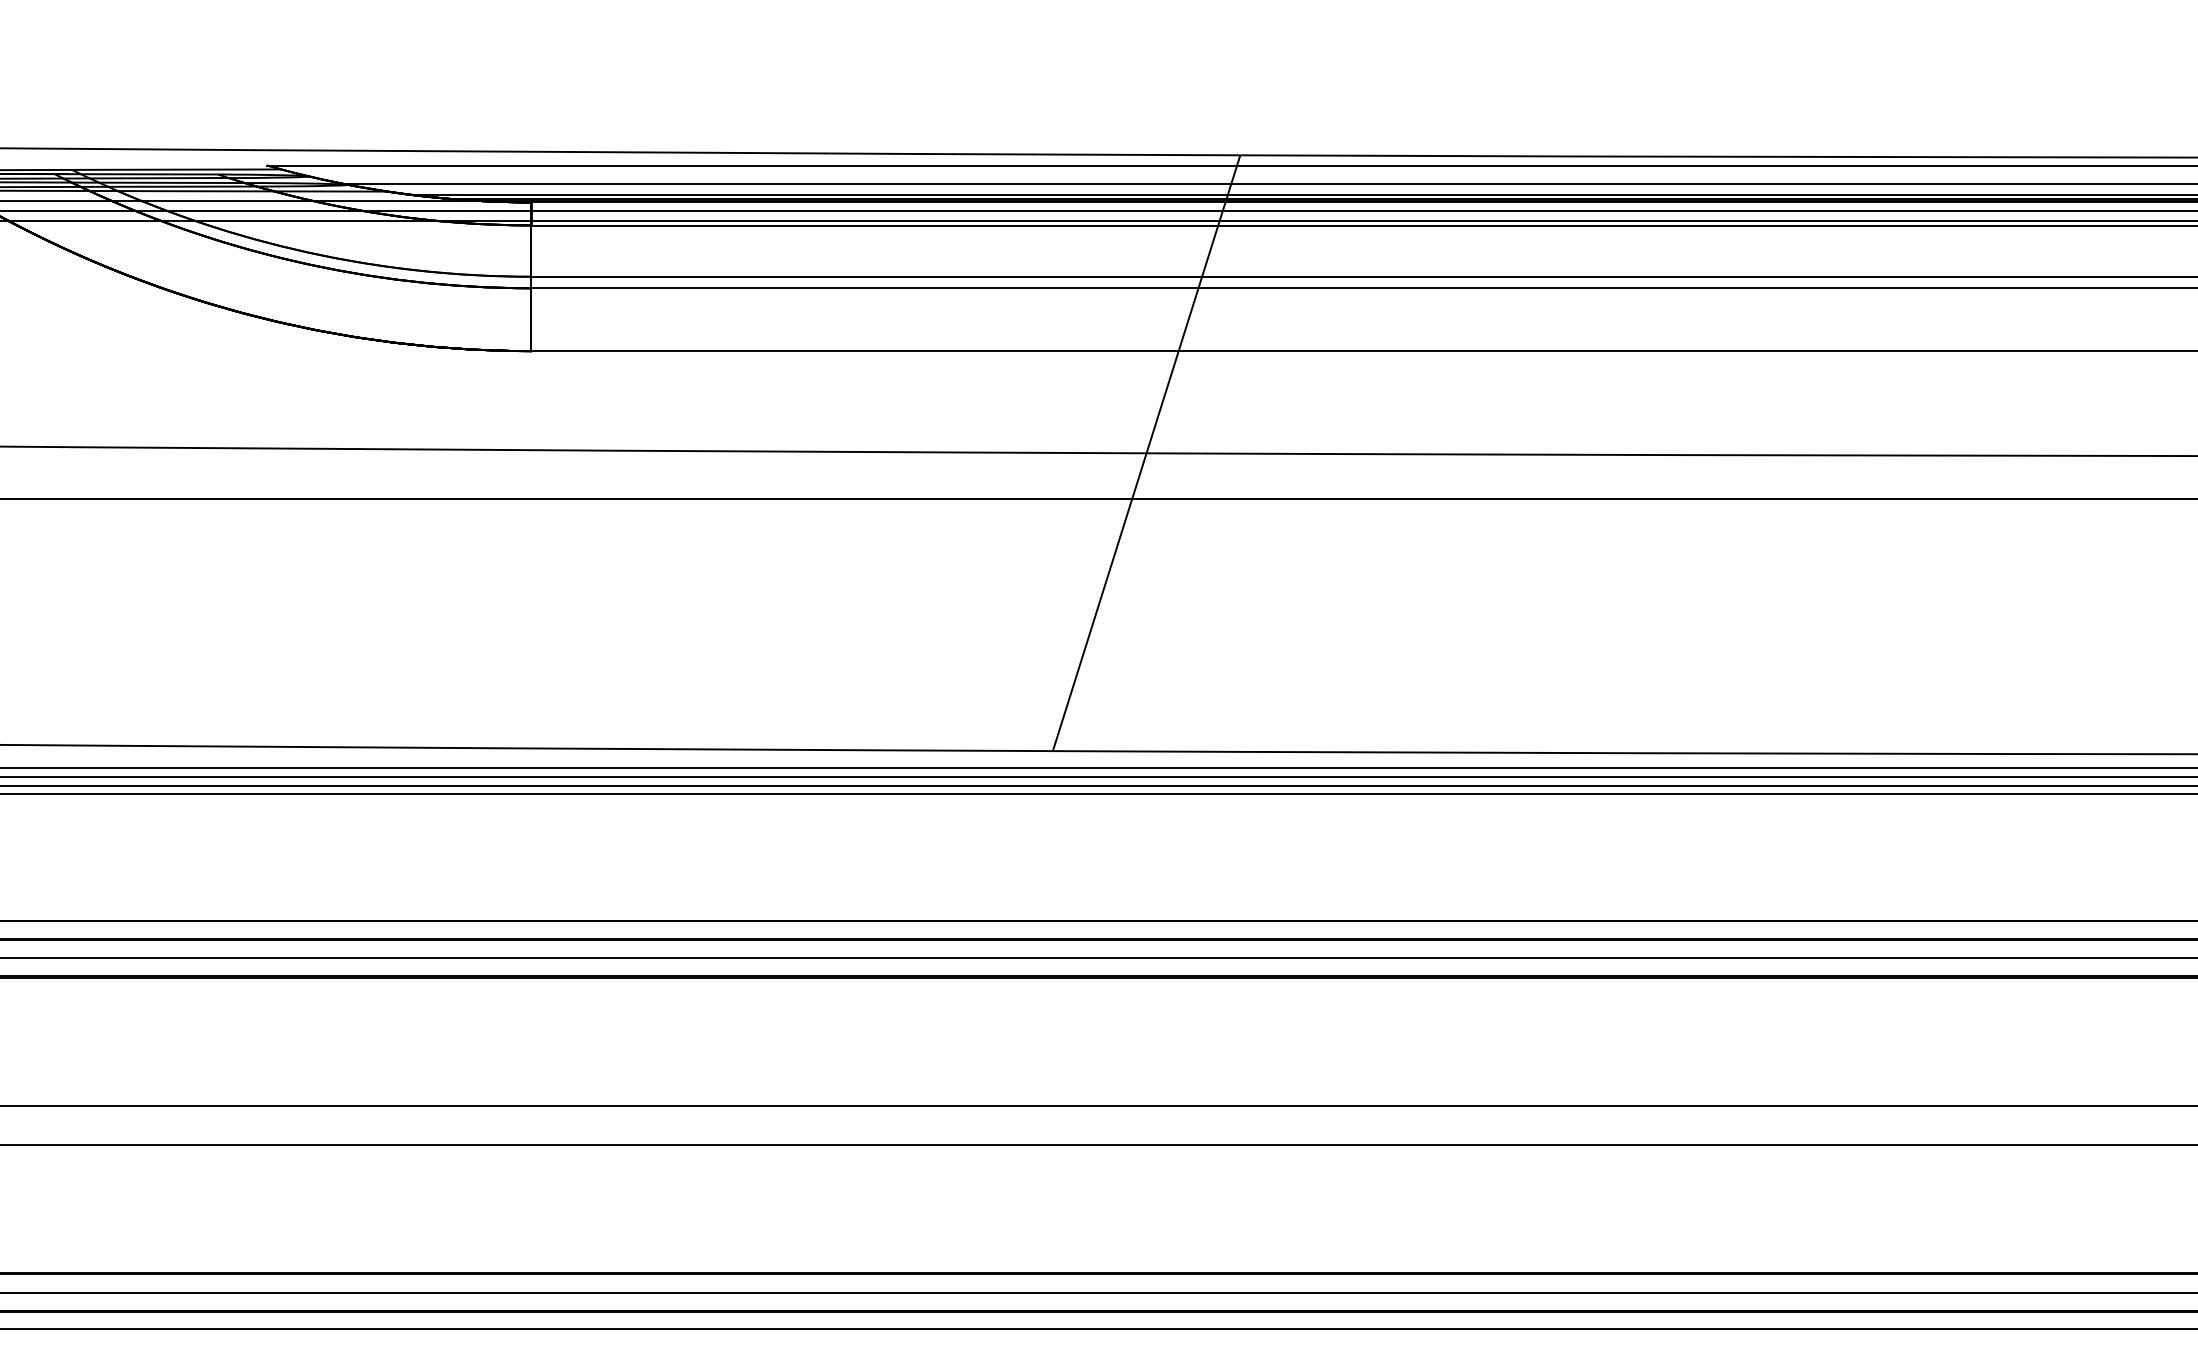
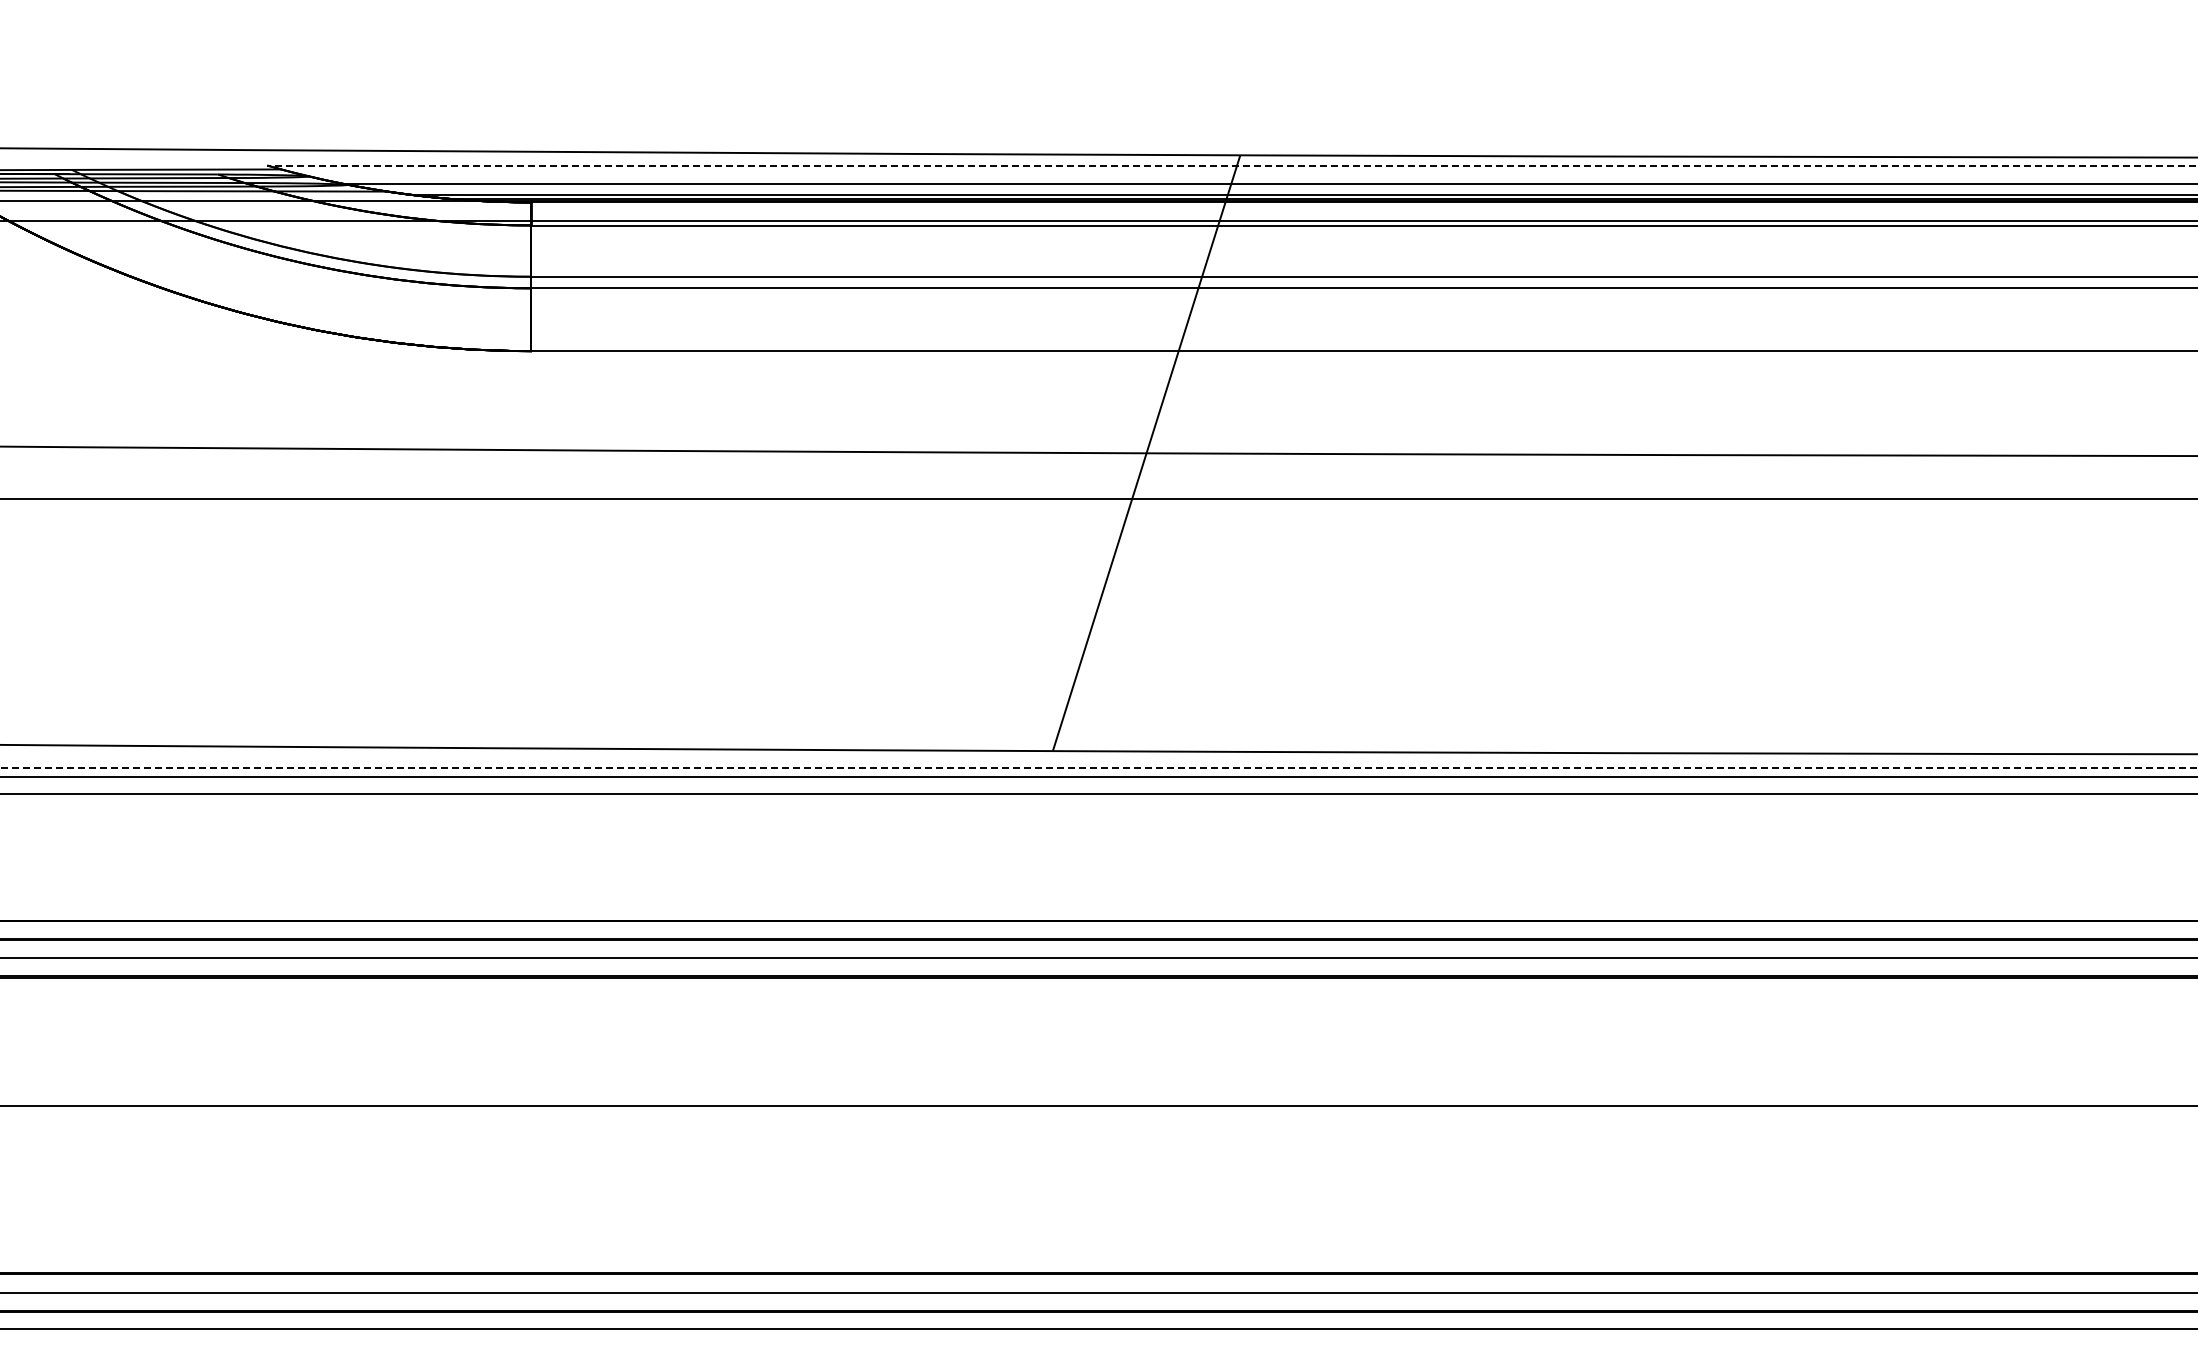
line at (1232, 165): solid -> dashed
line at (1098, 210): present -> none
line at (1098, 767): solid -> dashed
line at (1098, 785): present -> none
line at (1098, 1144): present -> none
